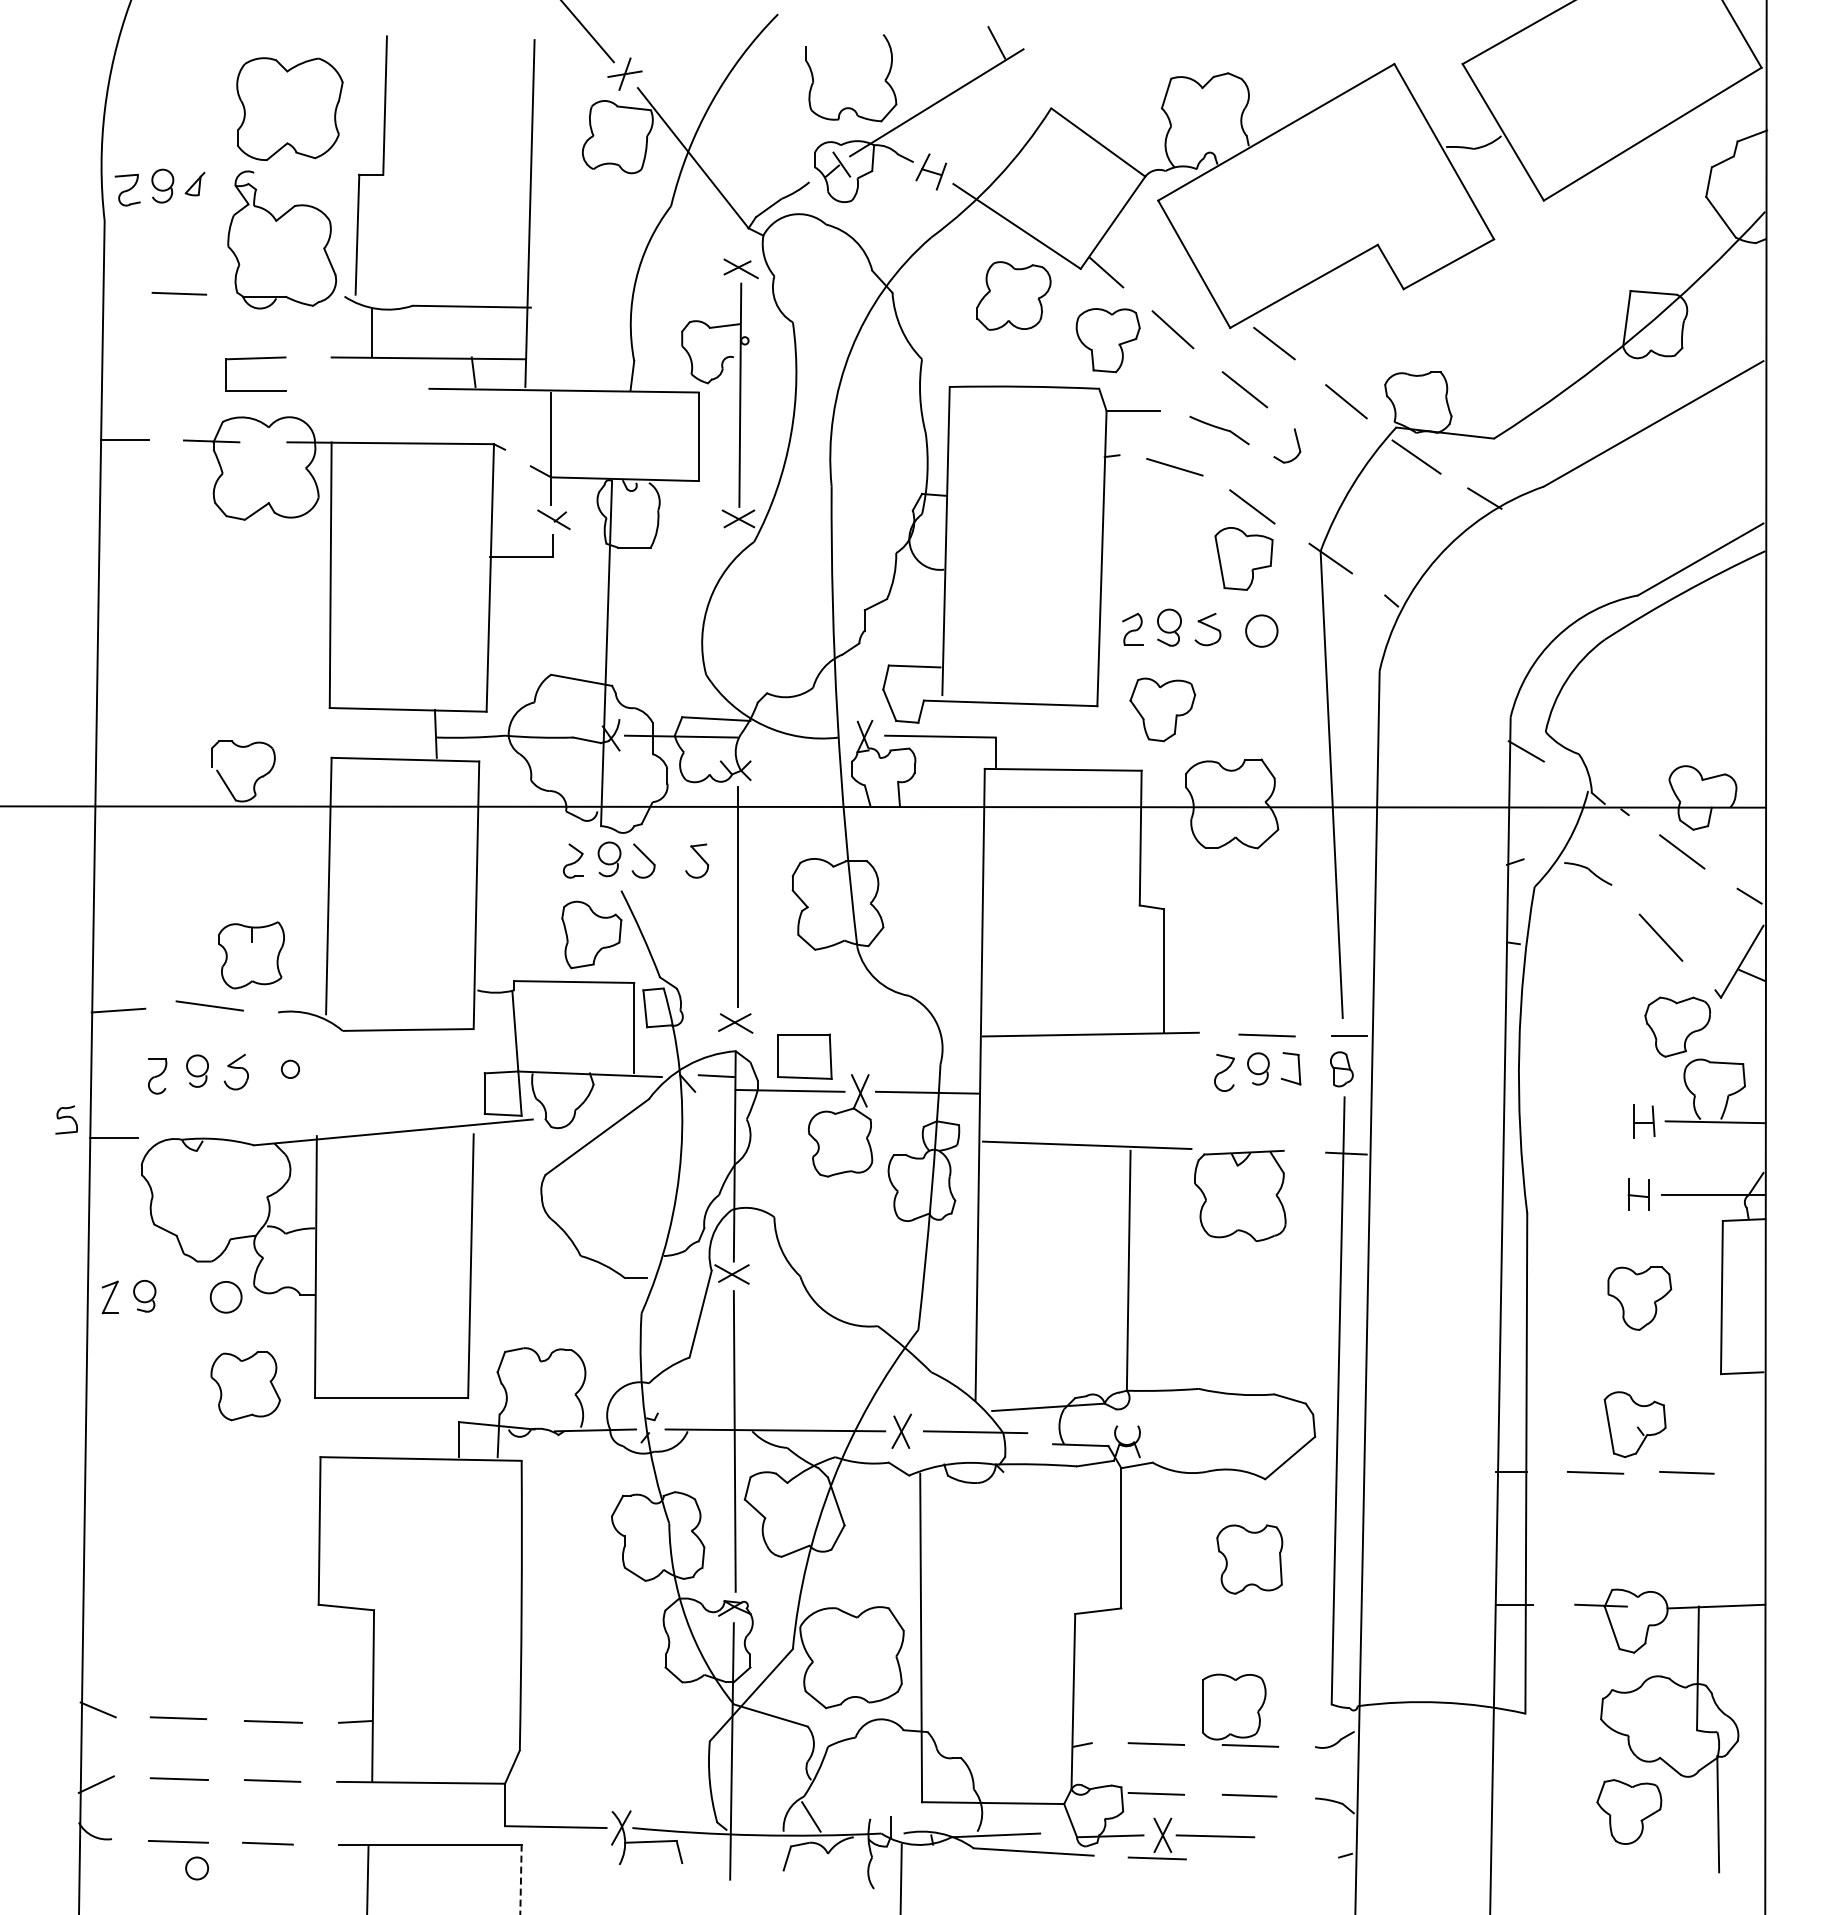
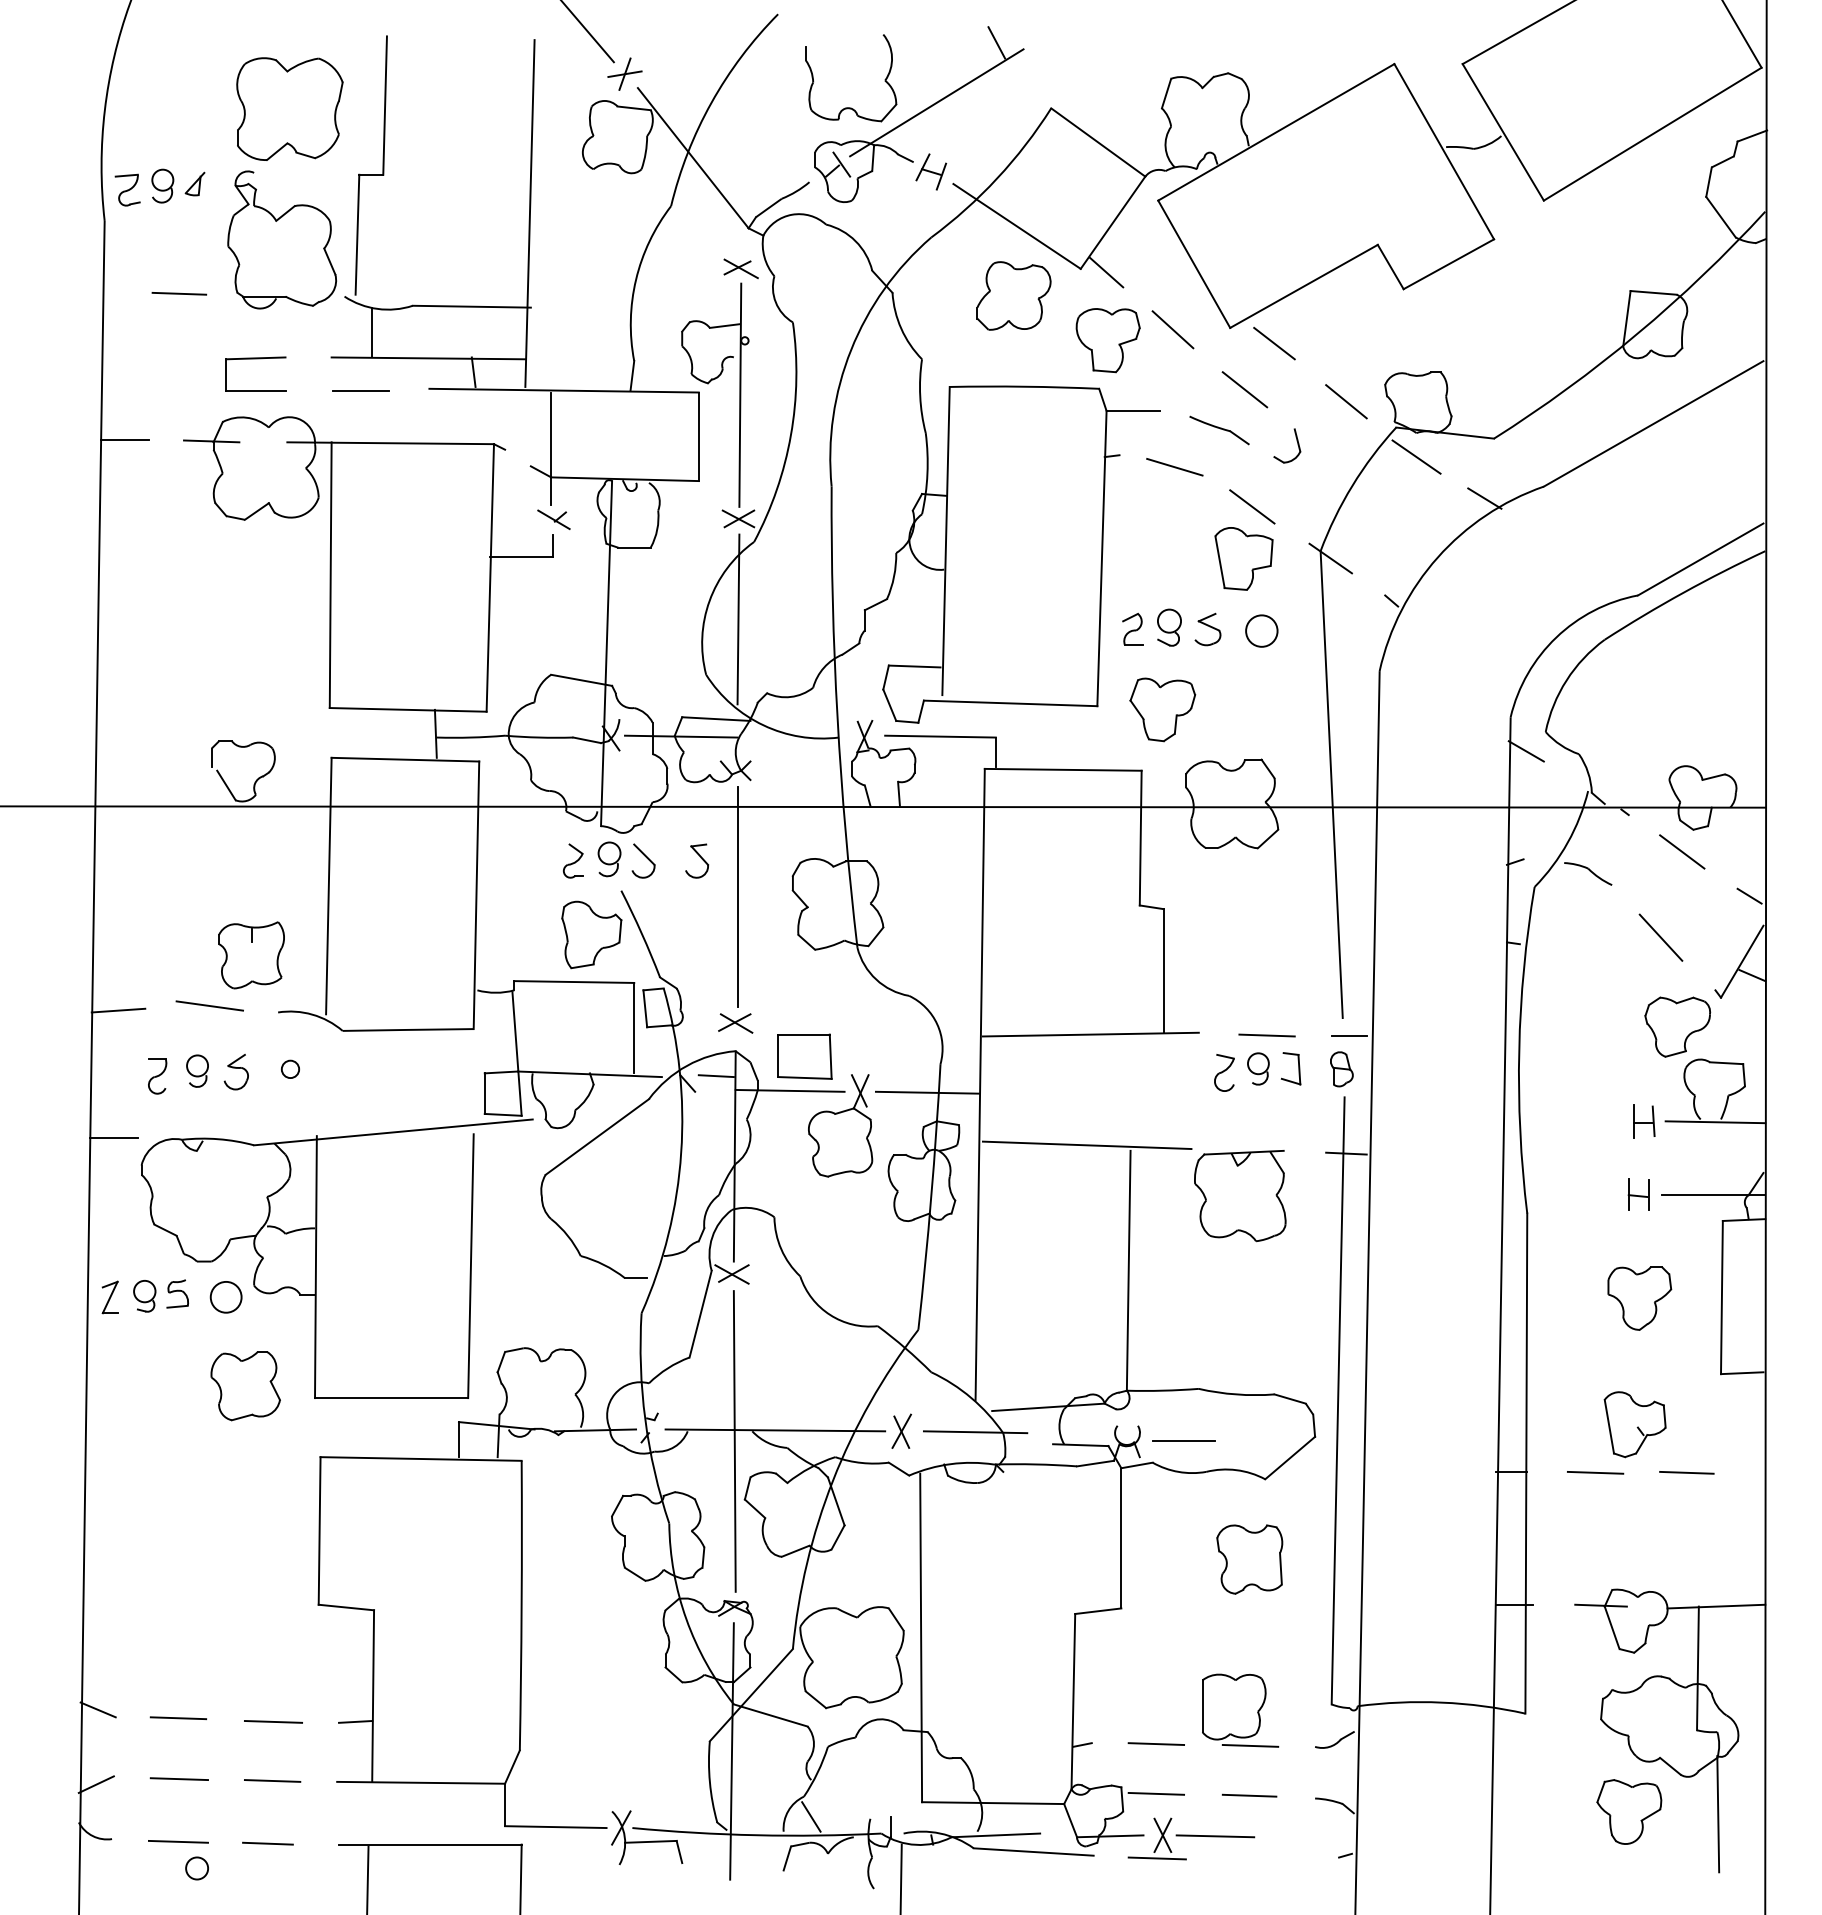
line at (360, 390): none -> present
line at (738, 619): none -> present
part at (66, 1119) position: (66, 1119) -> (177, 1293)
line at (1183, 1440): none -> present
line at (520, 1879): dashed -> solid
